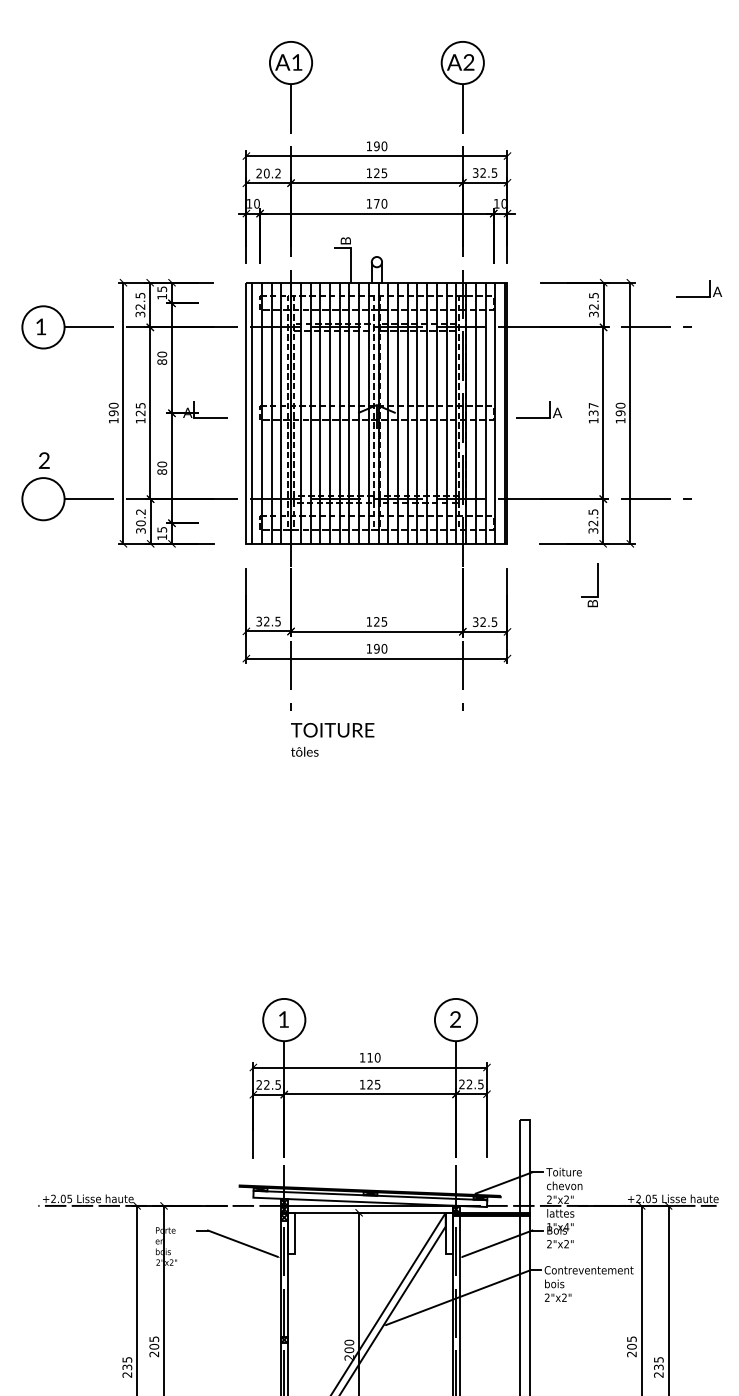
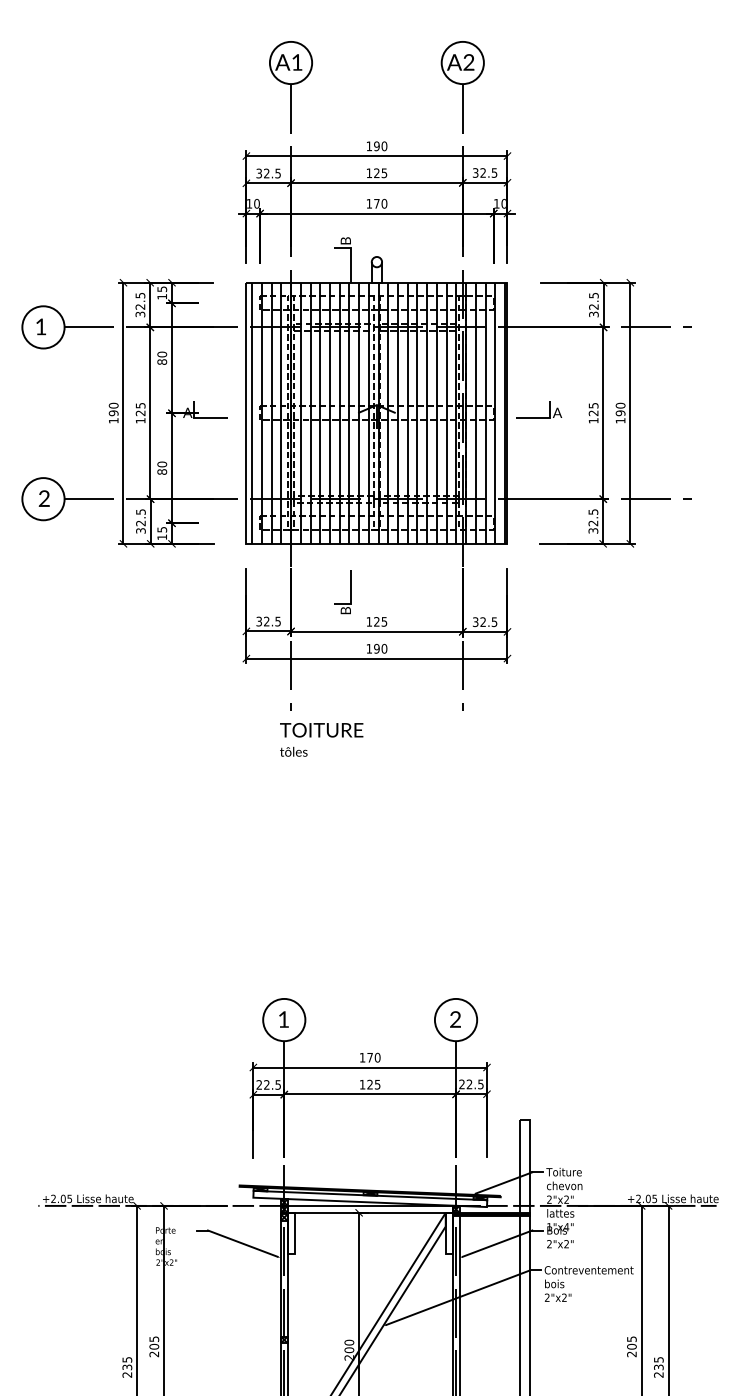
text at (268, 173): 20.2 -> 32.5
part at (699, 296): present -> none
text at (593, 409): 137 -> 125
text at (43, 460) position: (43, 460) -> (43, 498)
text at (140, 517): 30.2 -> 32.5
part at (597, 585) position: (597, 585) -> (350, 592)
text at (332, 739) position: (332, 739) -> (321, 739)
text at (369, 1057): 110 -> 170
